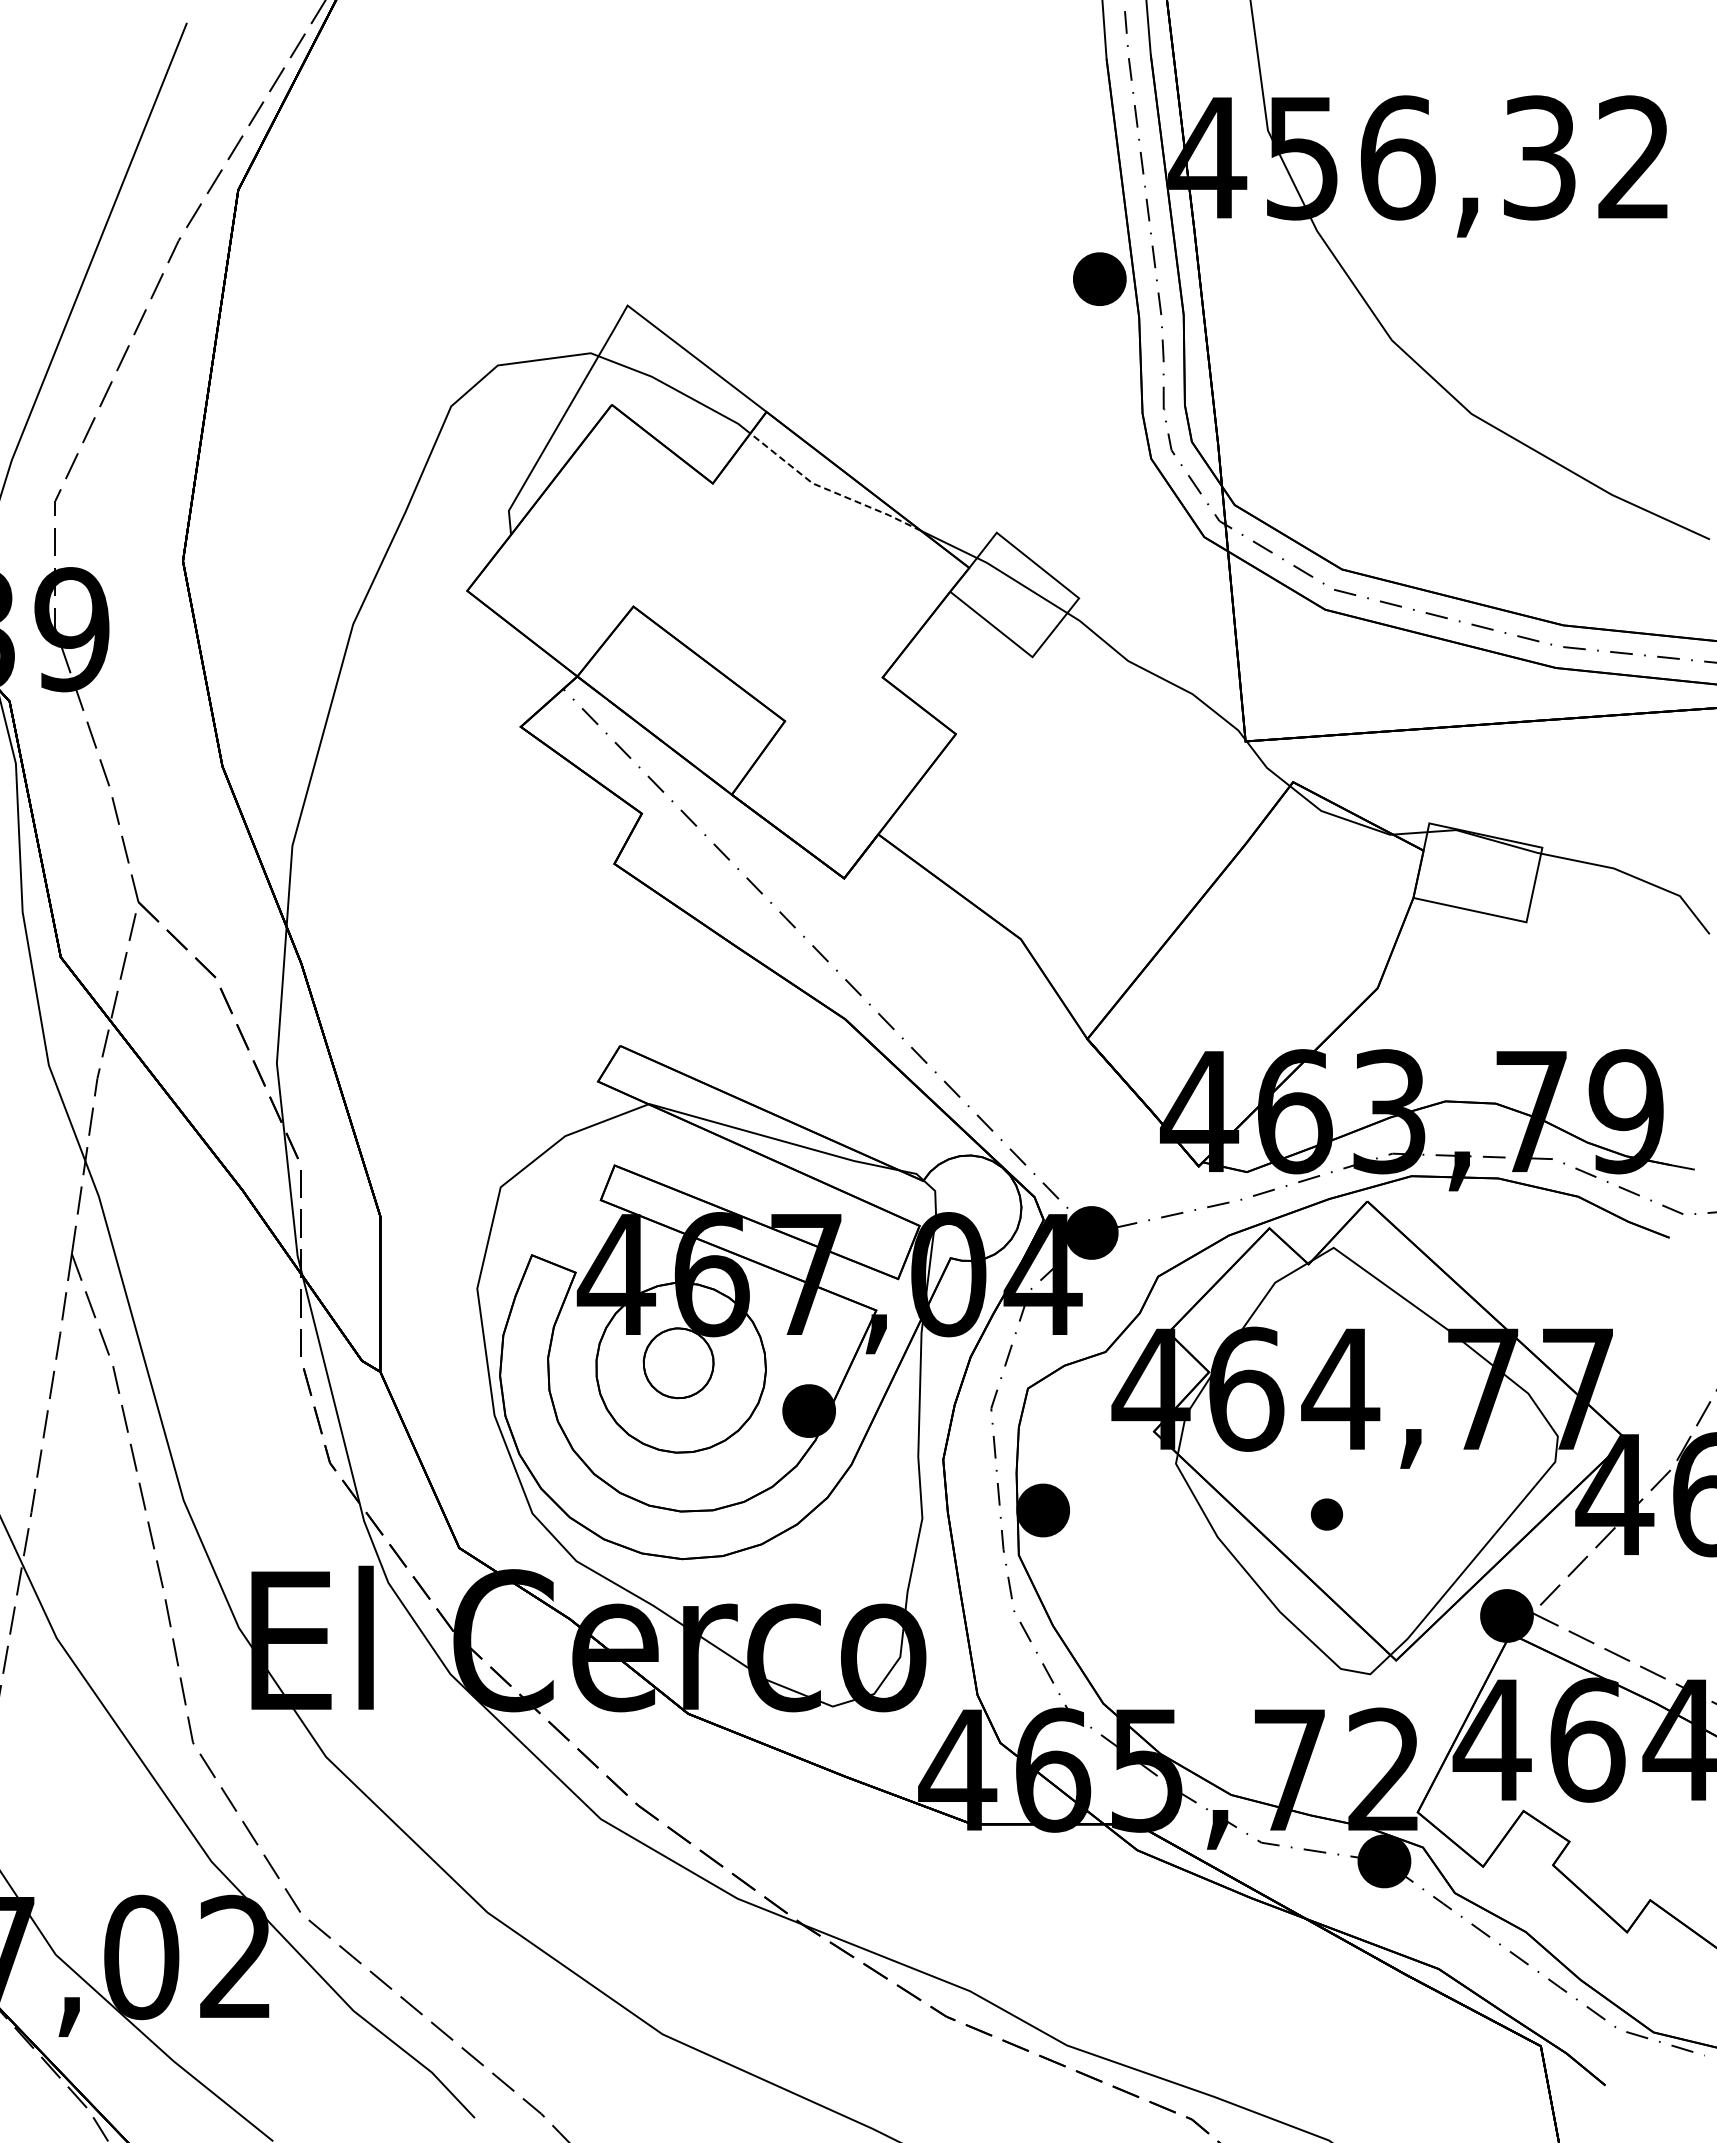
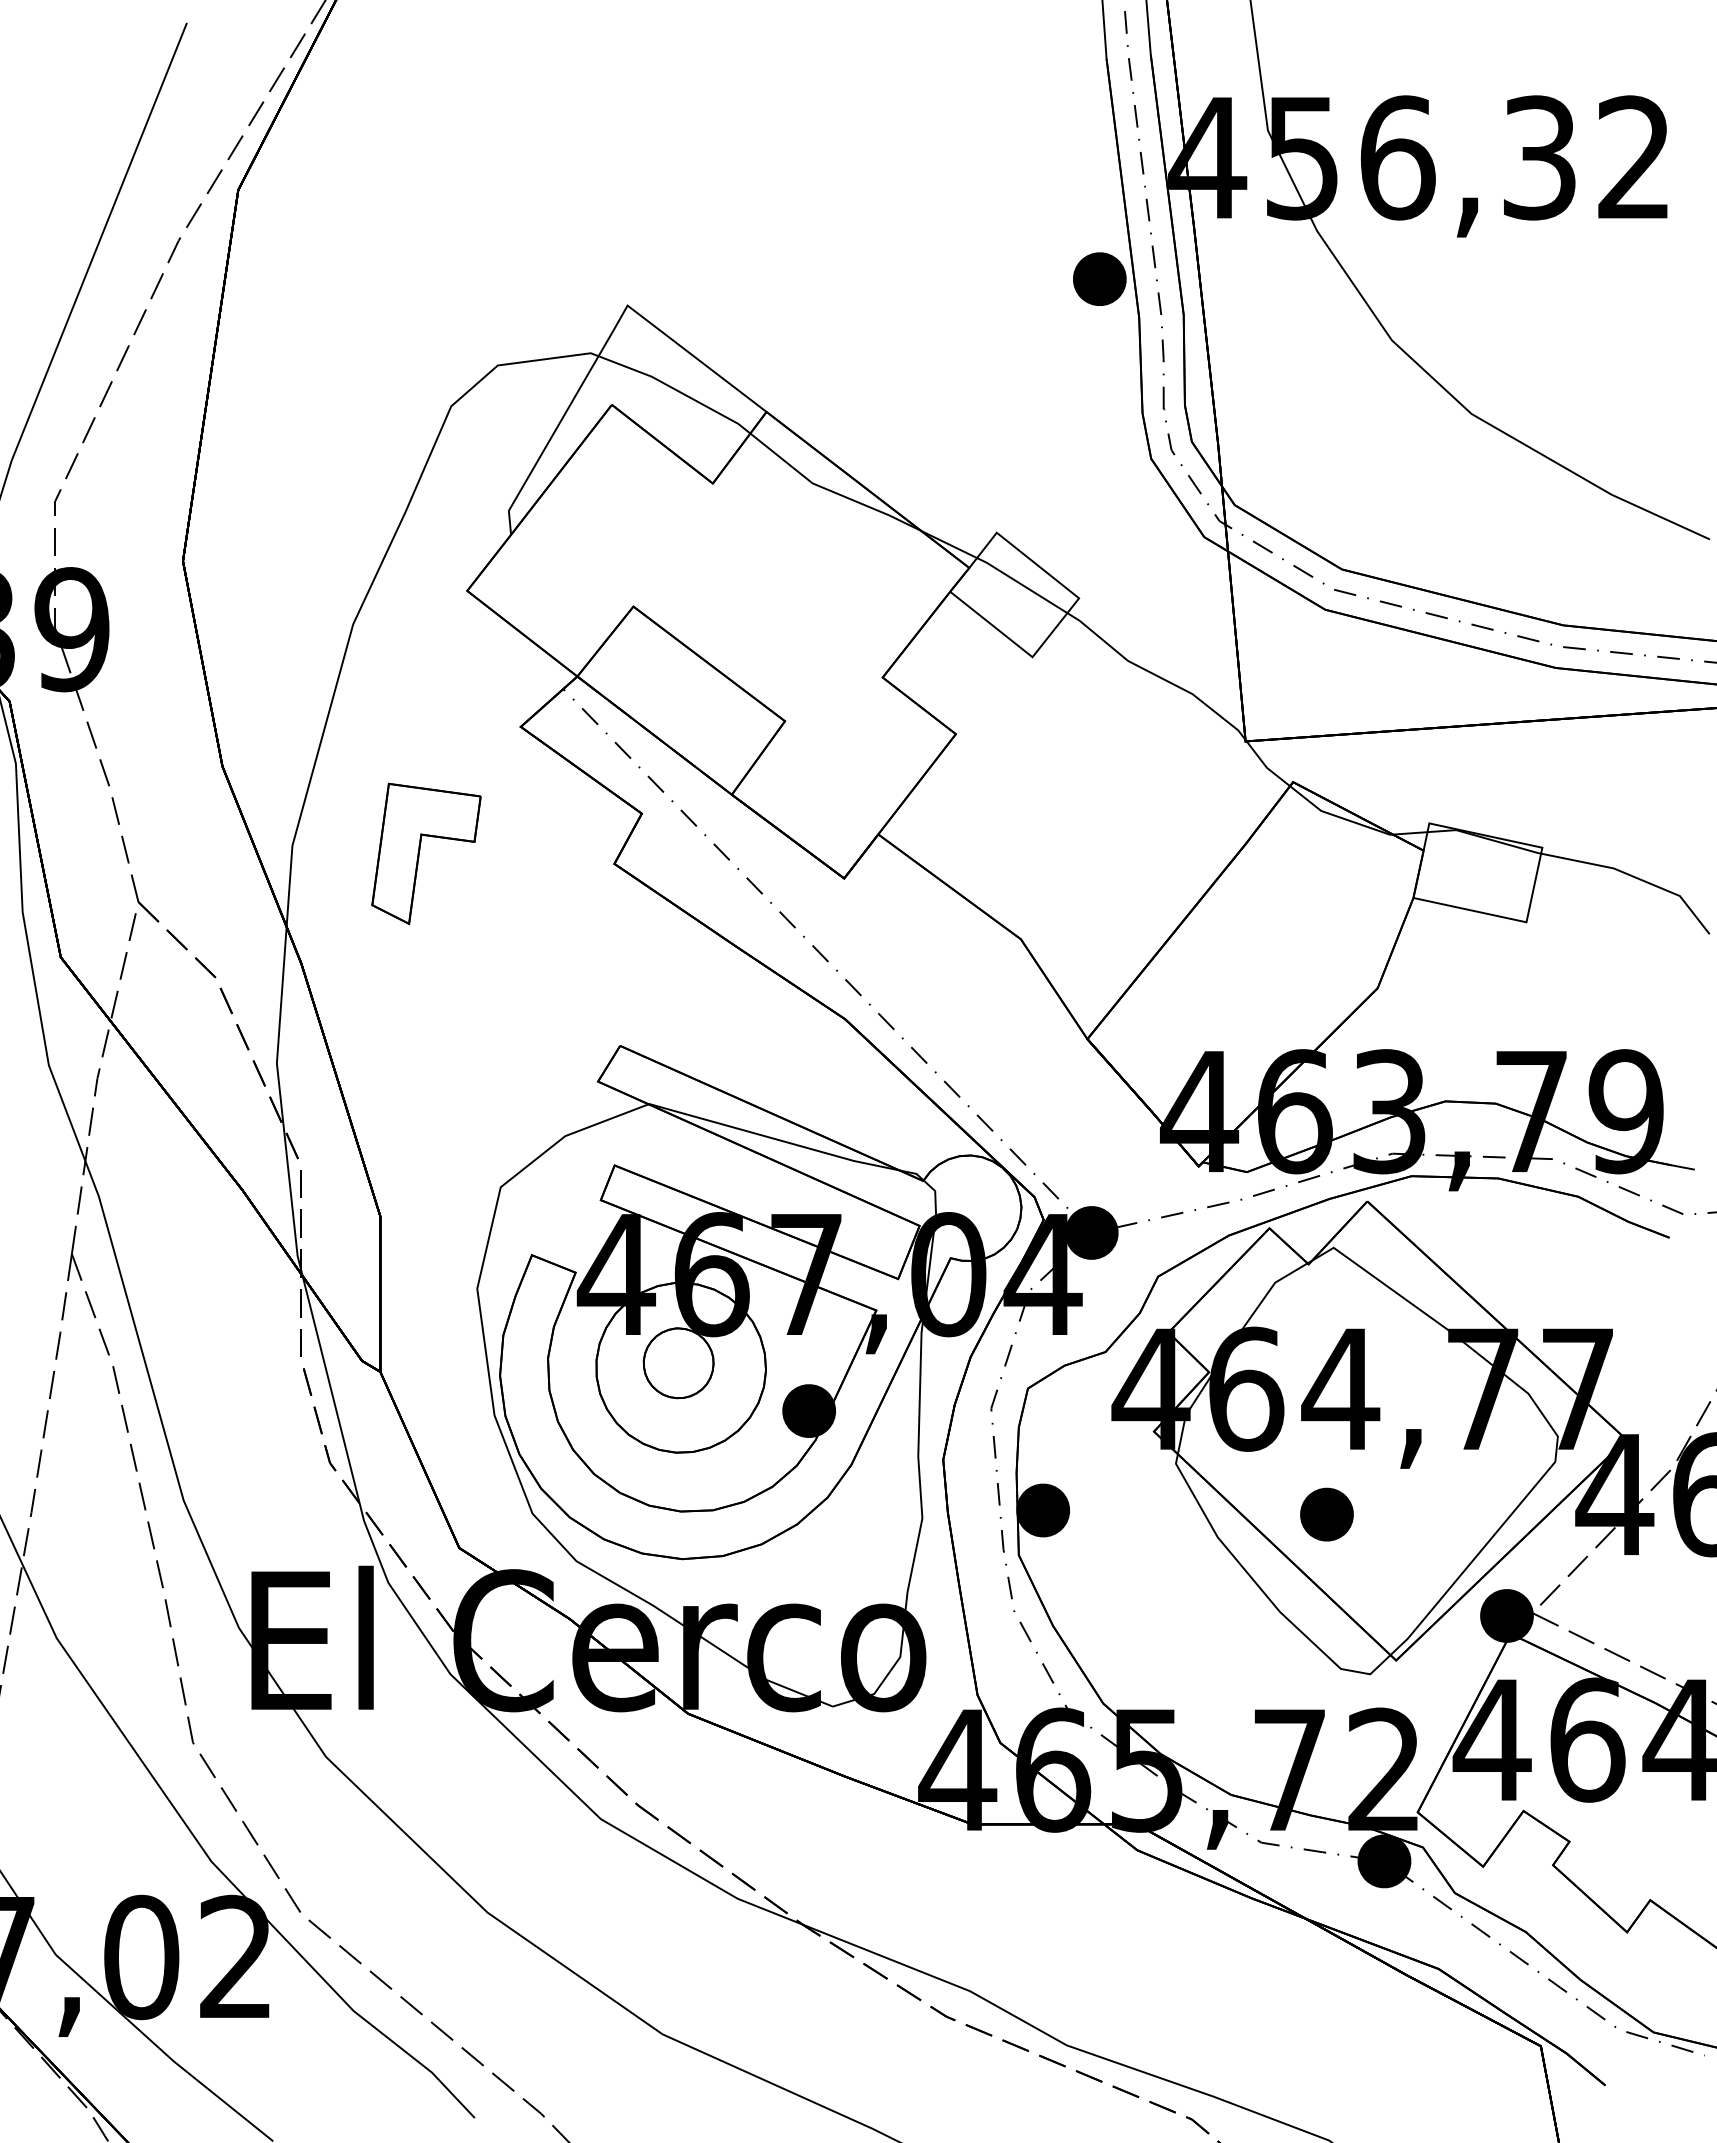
line at (830, 490): dashed -> solid
part at (420, 850): none -> present
part at (1326, 1514) size: 32x33 px -> 54x55 px
